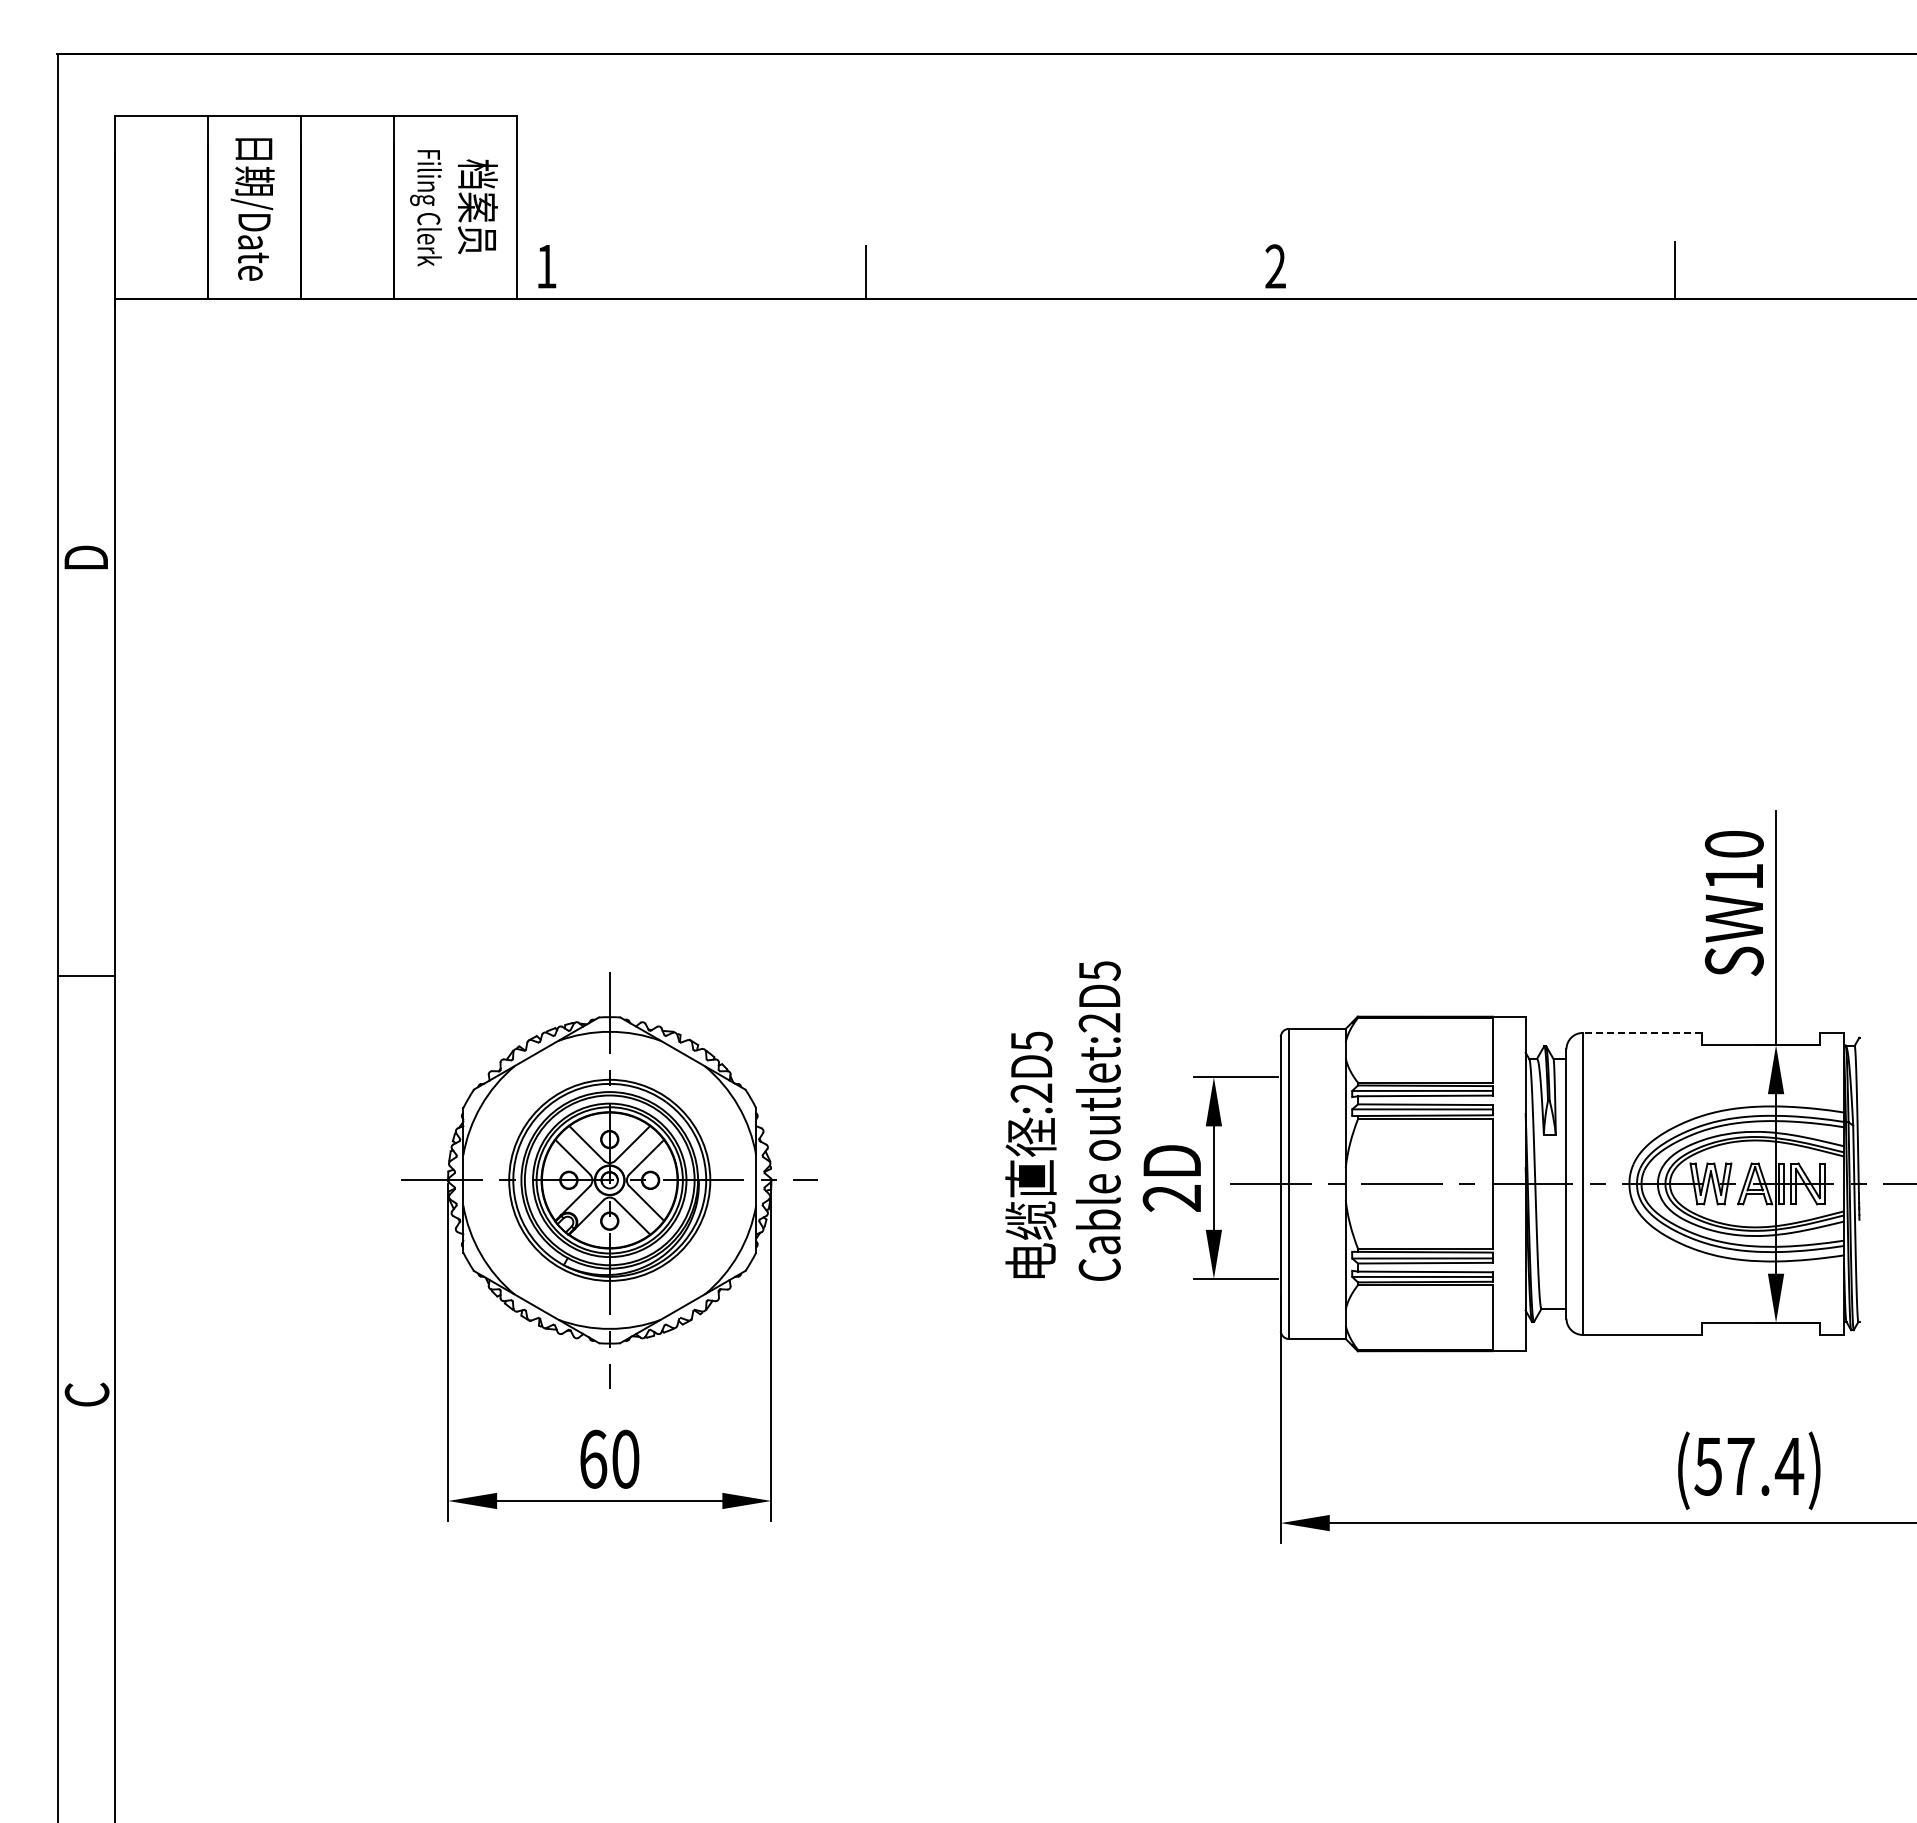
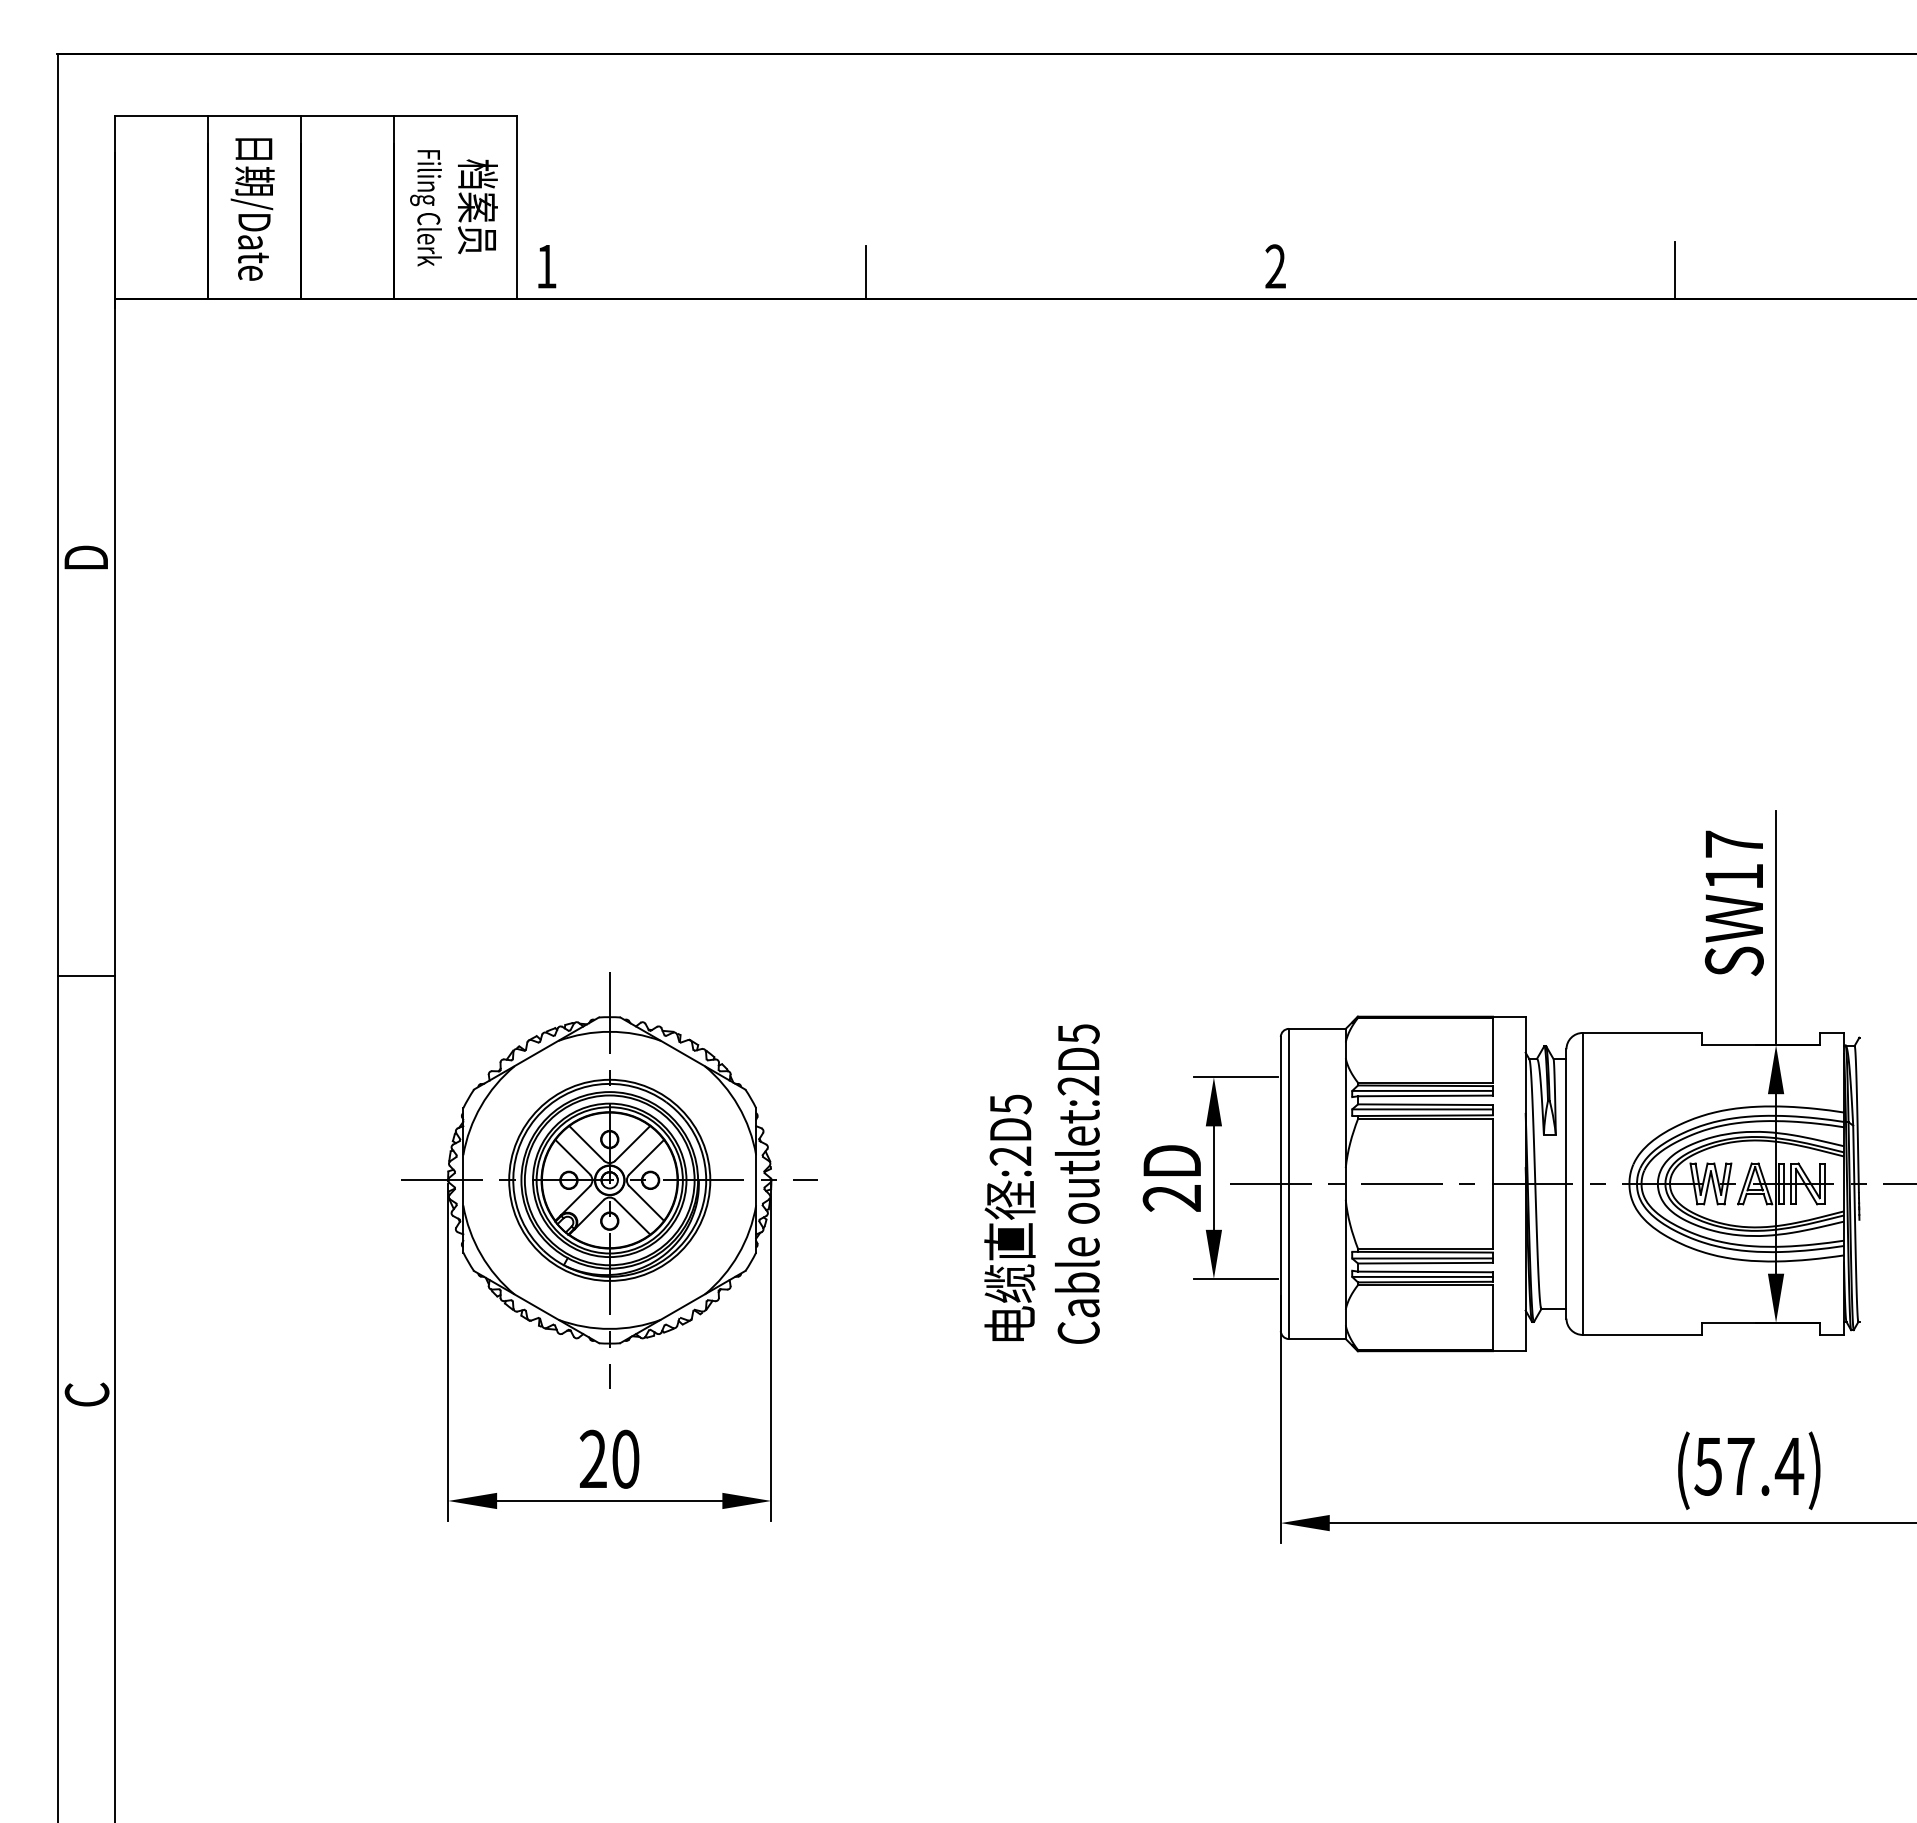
text at (1733, 843): SW10 -> SW17
line at (1642, 1032): dashed -> solid
text at (1062, 1120) position: (1062, 1120) -> (1041, 1183)
text at (593, 1458): 60 -> 20
